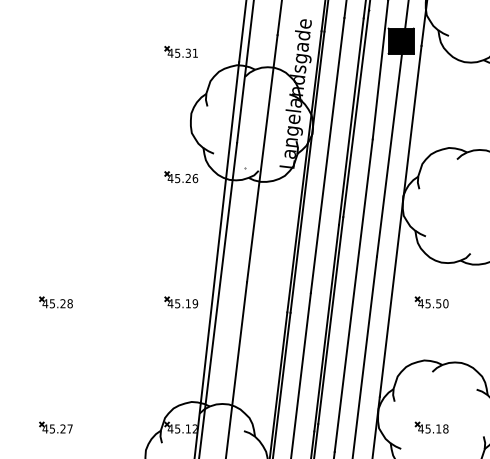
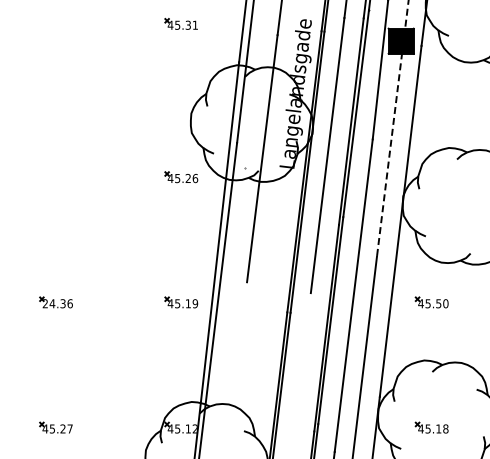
part at (180, 51) position: (180, 51) -> (180, 23)
line at (392, 128): solid -> dashed
text at (57, 303): 45.28 -> 24.36
line at (236, 368): present -> none
line at (300, 374): present -> none
